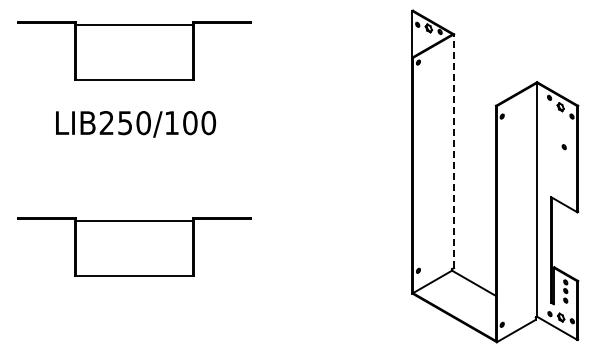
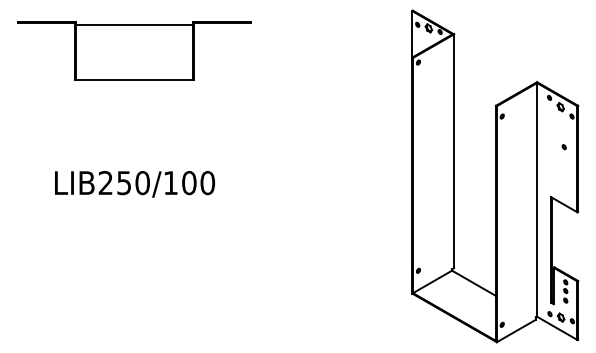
text at (135, 124) position: (135, 124) -> (134, 184)
line at (454, 151): dashed -> solid
part at (134, 246): present -> none
